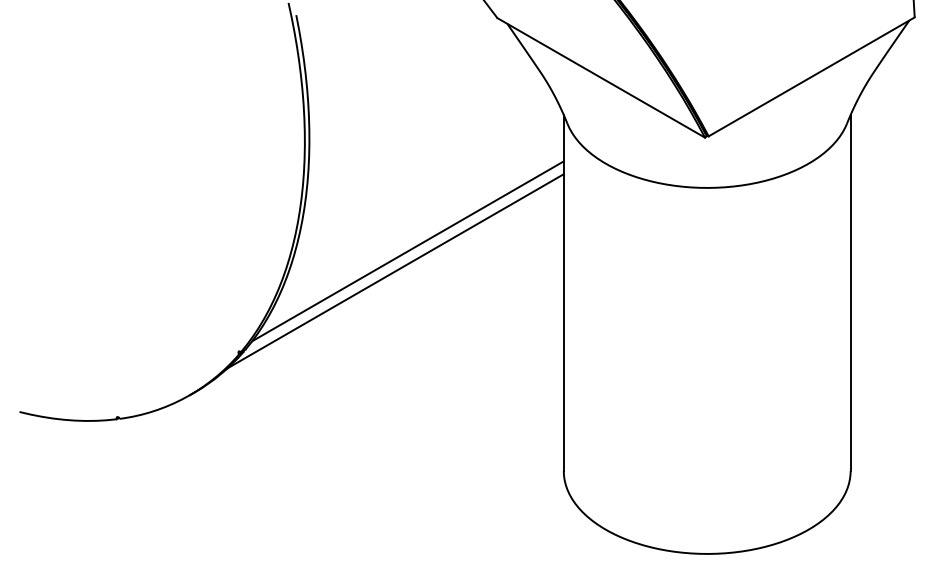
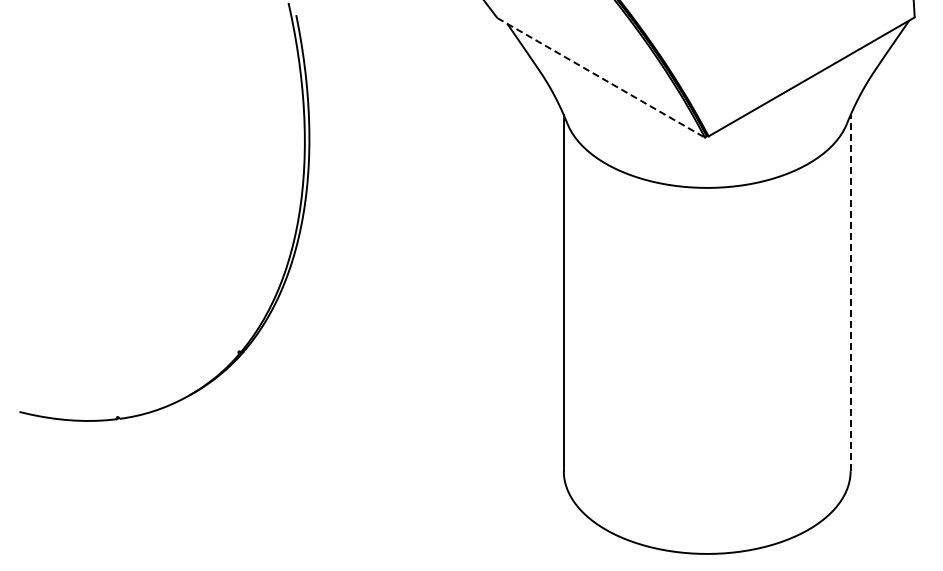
line at (601, 77): solid -> dashed
line at (407, 251): present -> none
line at (395, 271): present -> none
line at (850, 292): solid -> dashed
